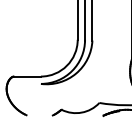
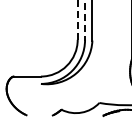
line at (77, 19): solid -> dashed
line at (85, 20): solid -> dashed
